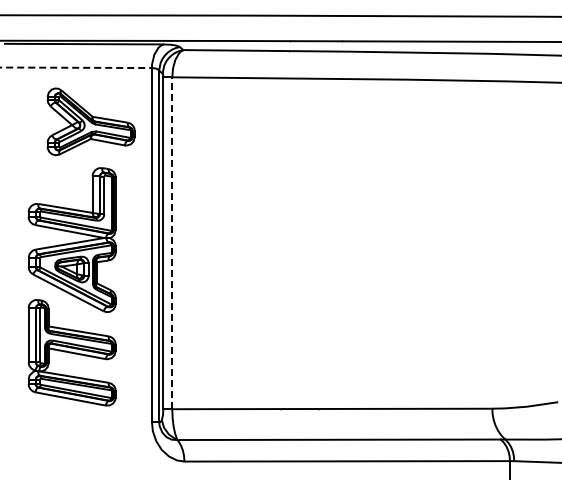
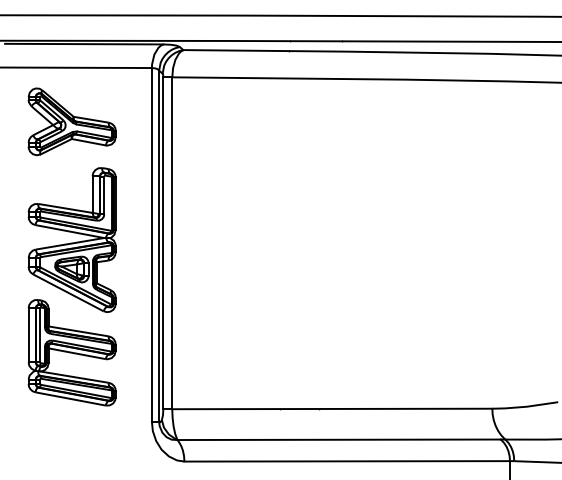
line at (76, 67): dashed -> solid
part at (90, 121) position: (90, 121) -> (71, 121)
line at (172, 243): dashed -> solid
